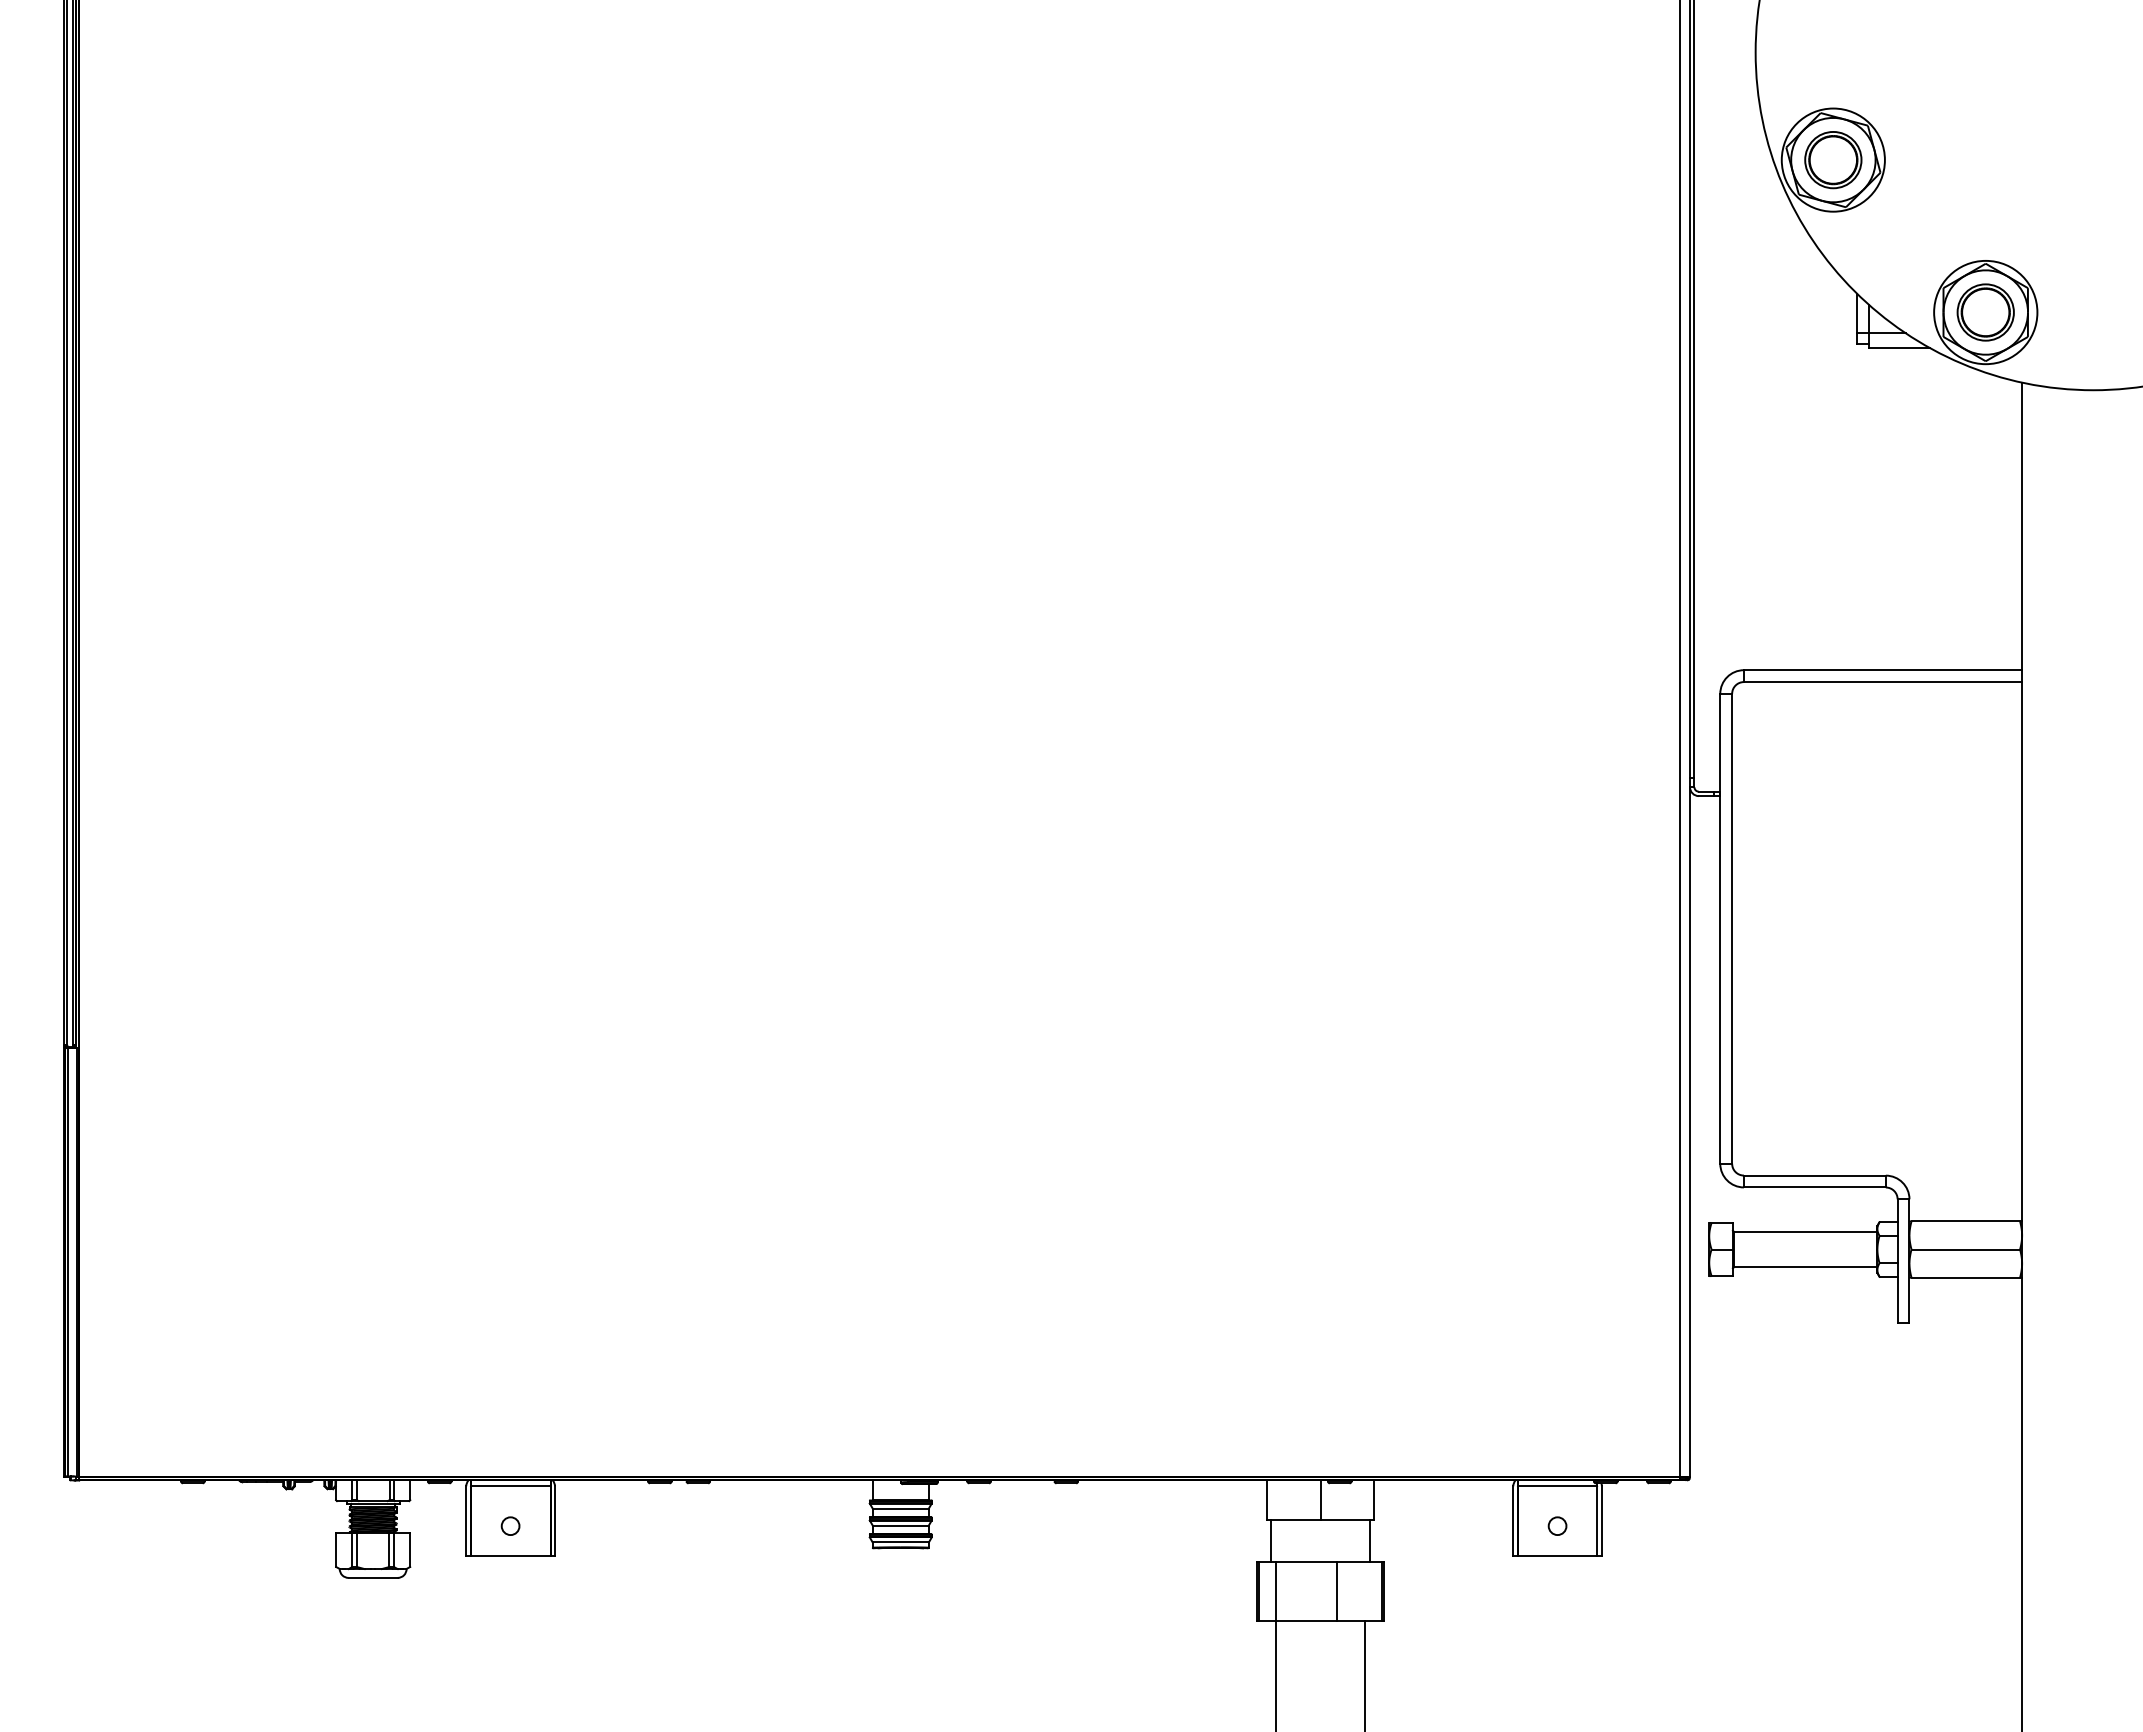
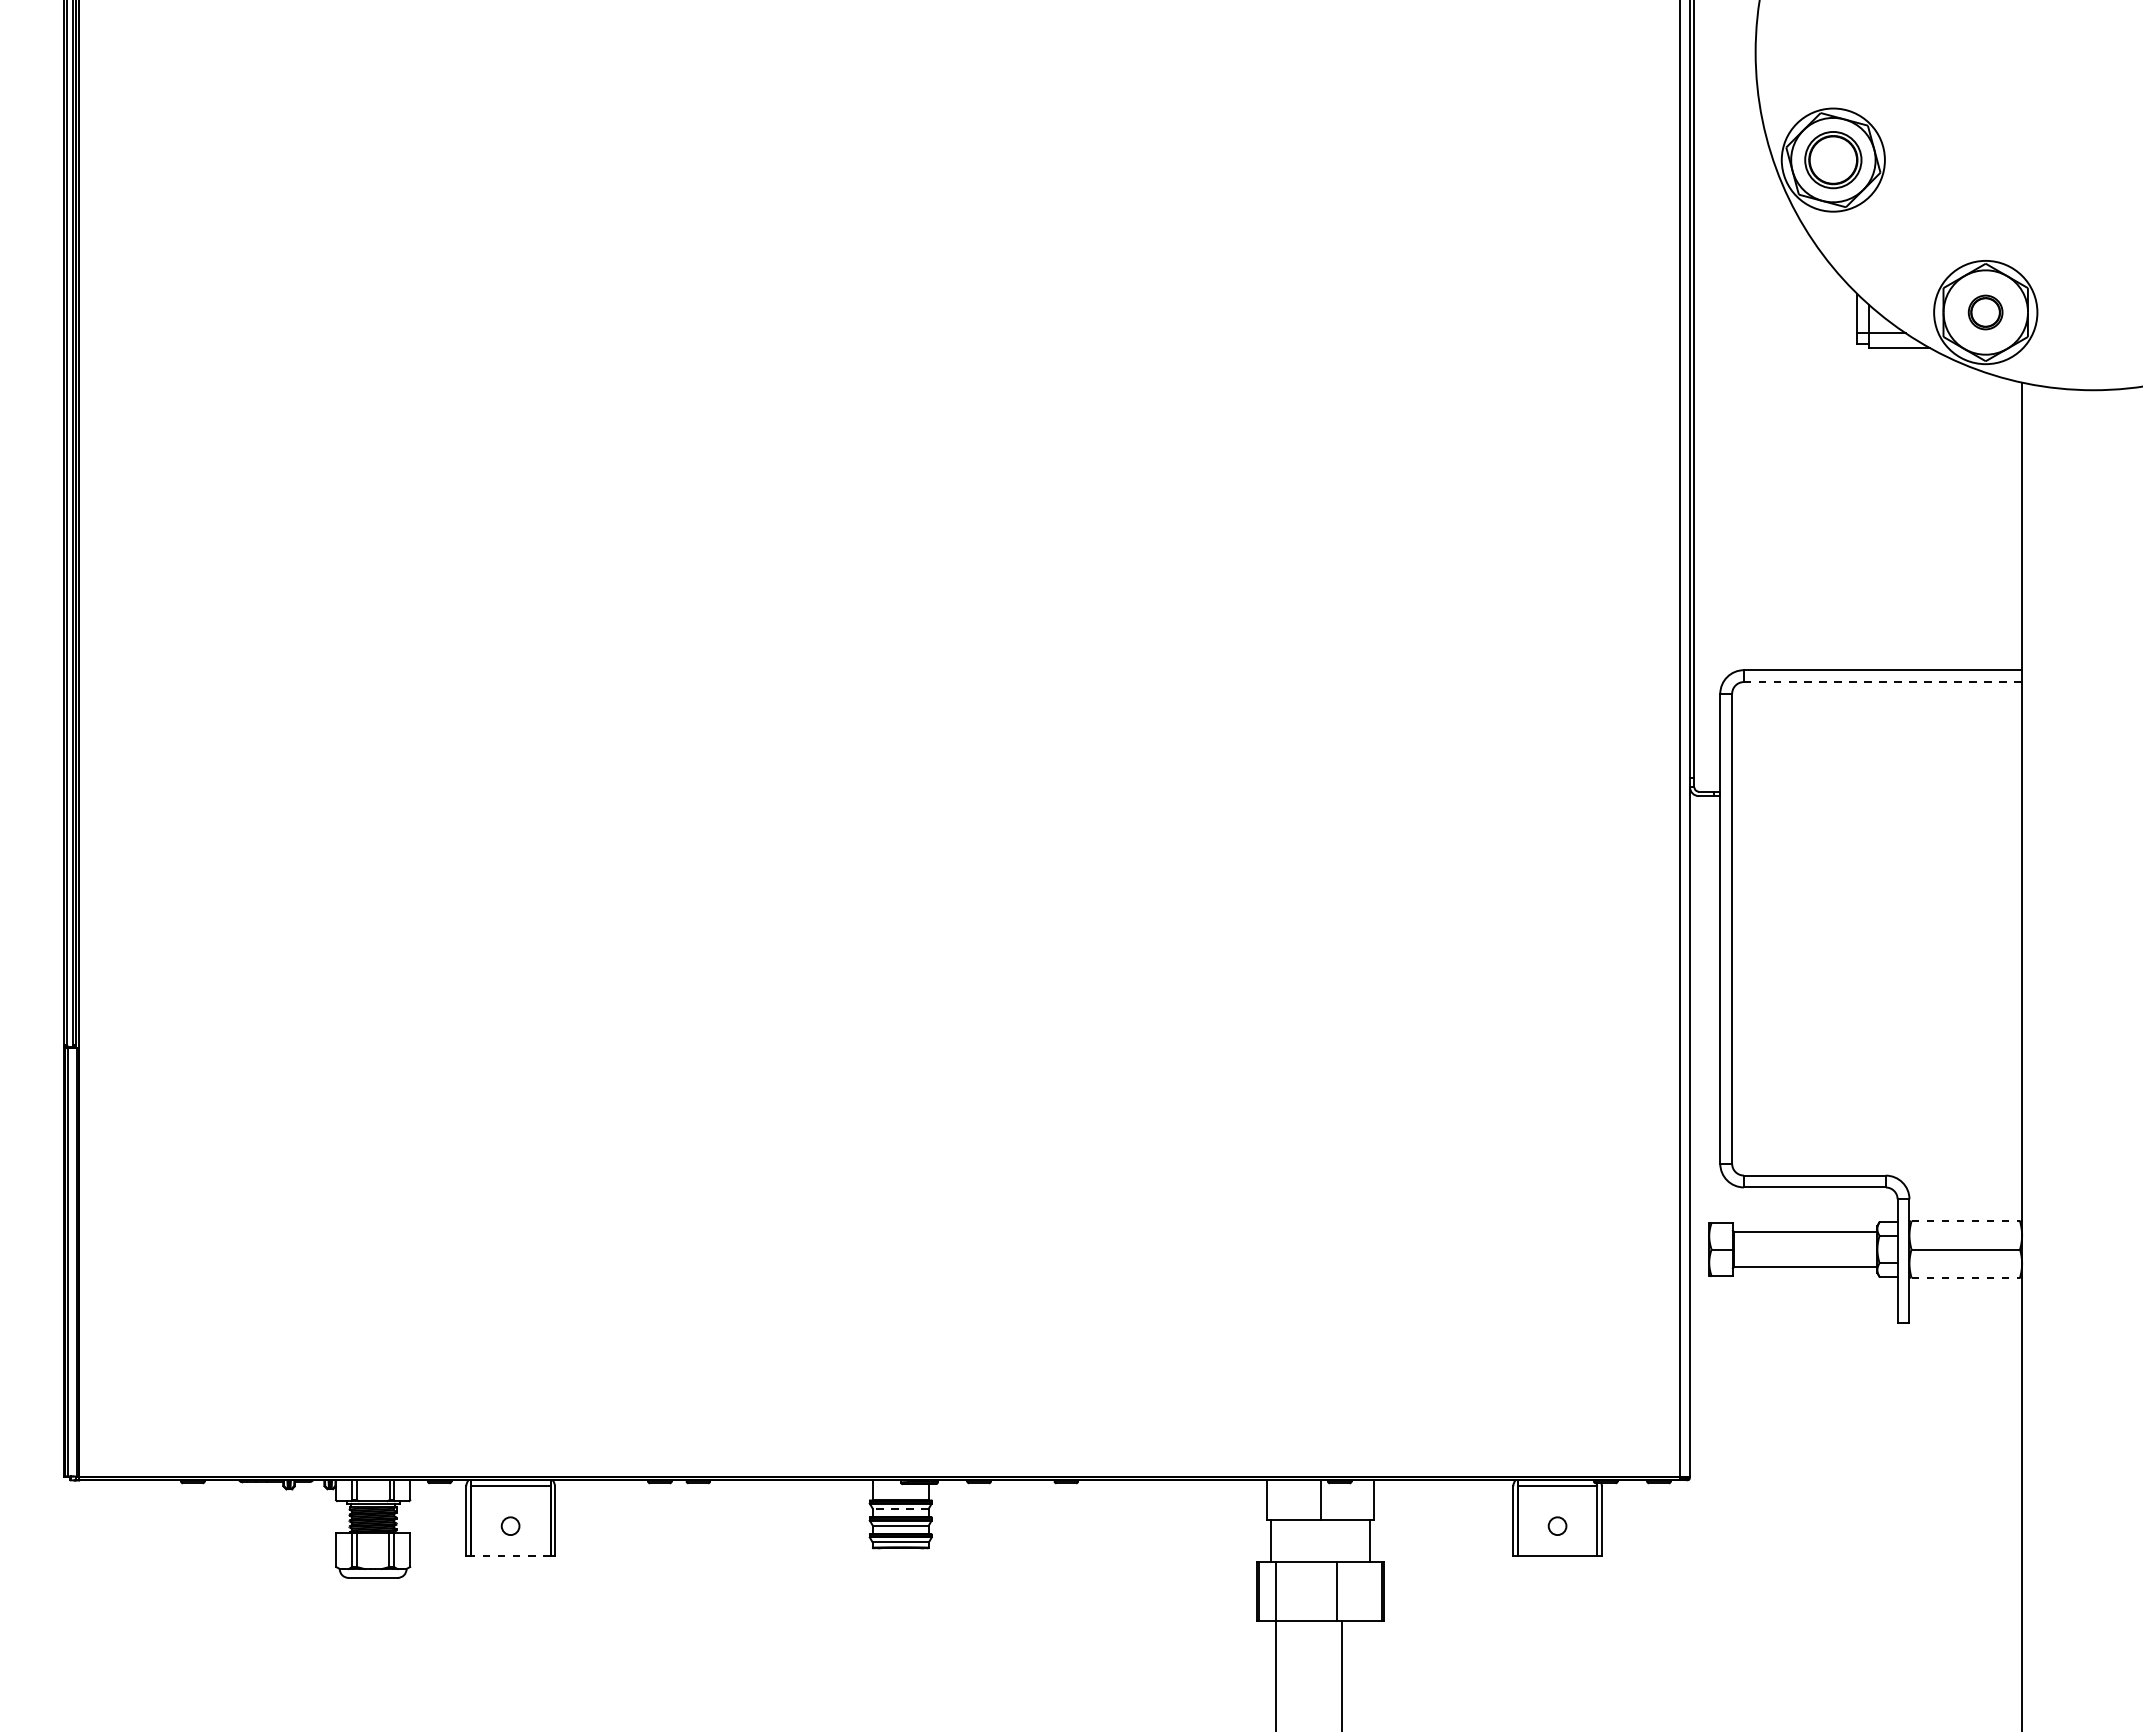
part at (1985, 312) size: 59x59 px -> 37x37 px
line at (1883, 682): solid -> dashed
line at (1966, 1221): solid -> dashed
line at (1966, 1277): solid -> dashed
line at (900, 1508): solid -> dashed
line at (510, 1555): solid -> dashed
line at (1364, 1674) position: (1364, 1674) -> (1341, 1674)
